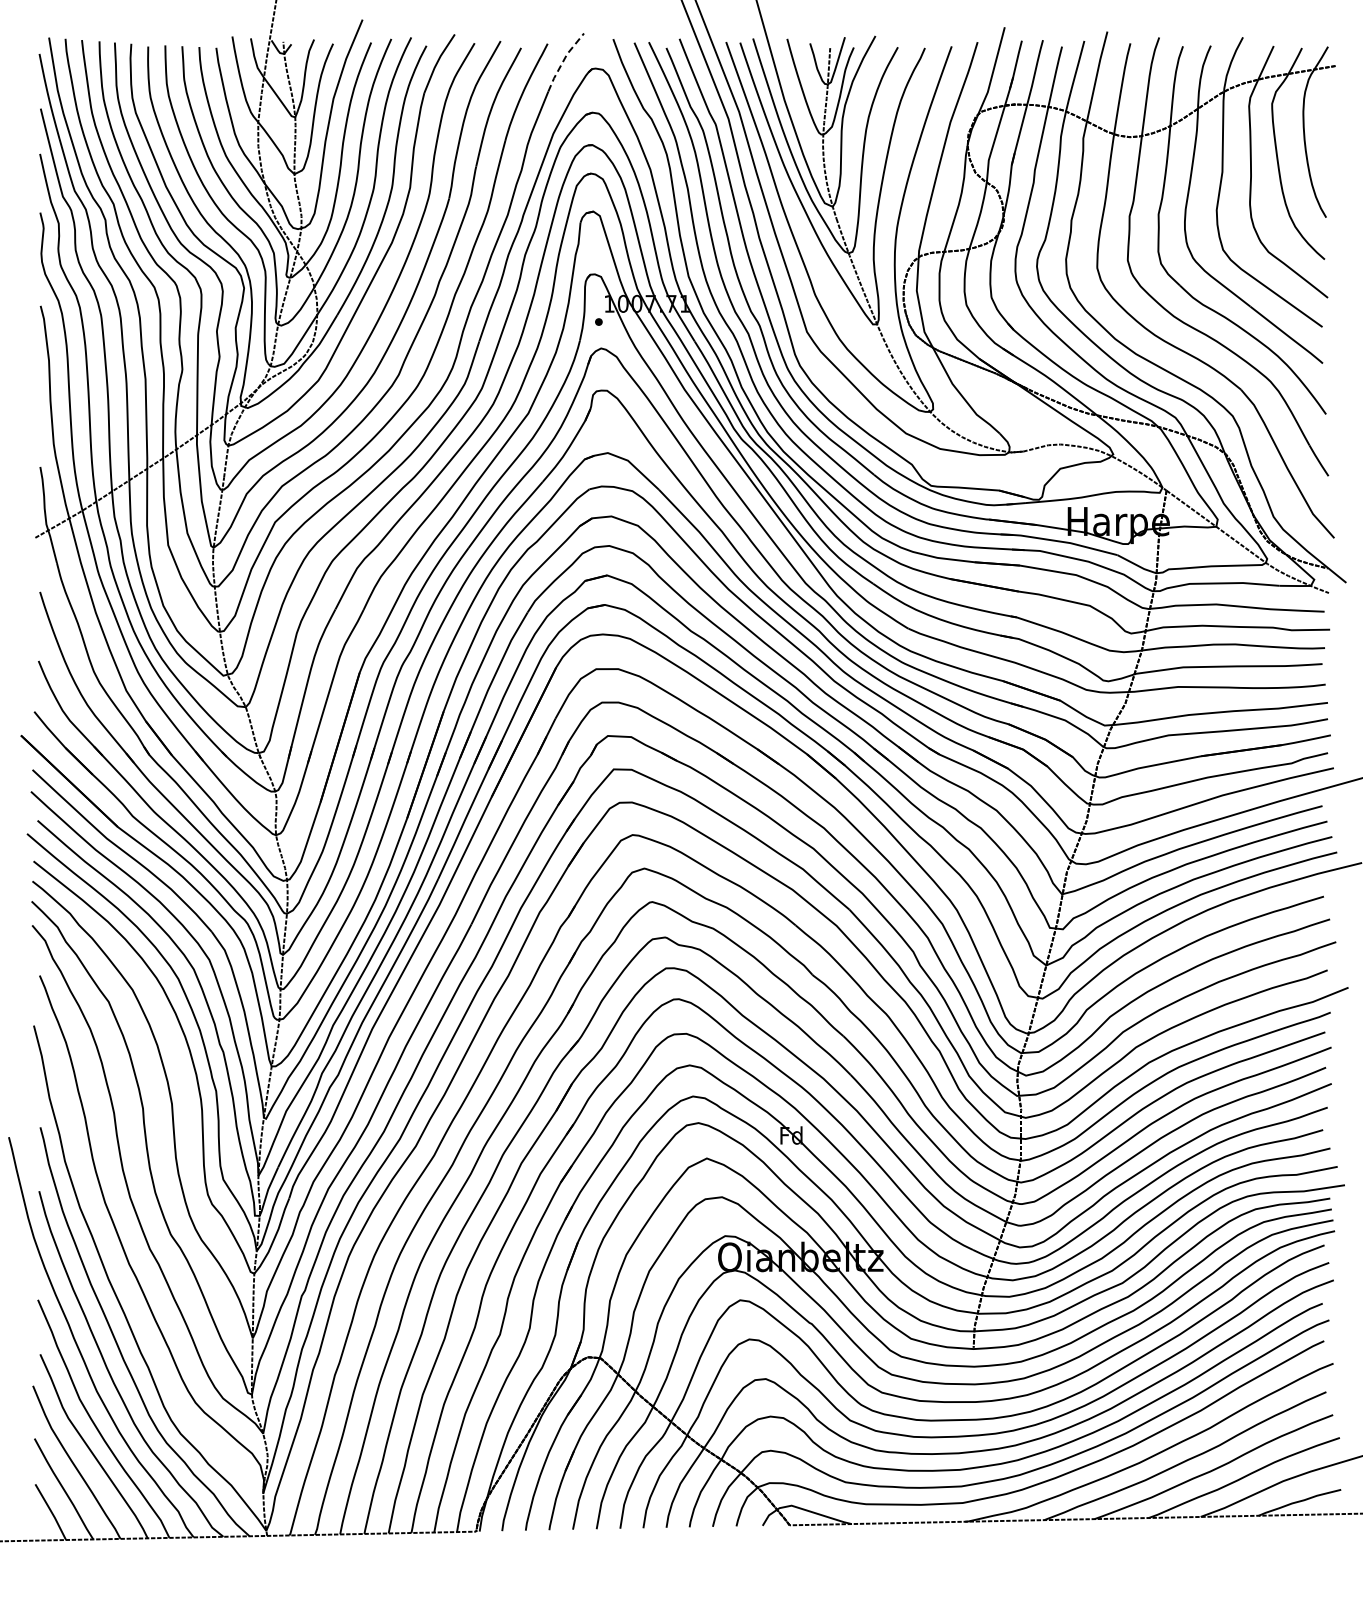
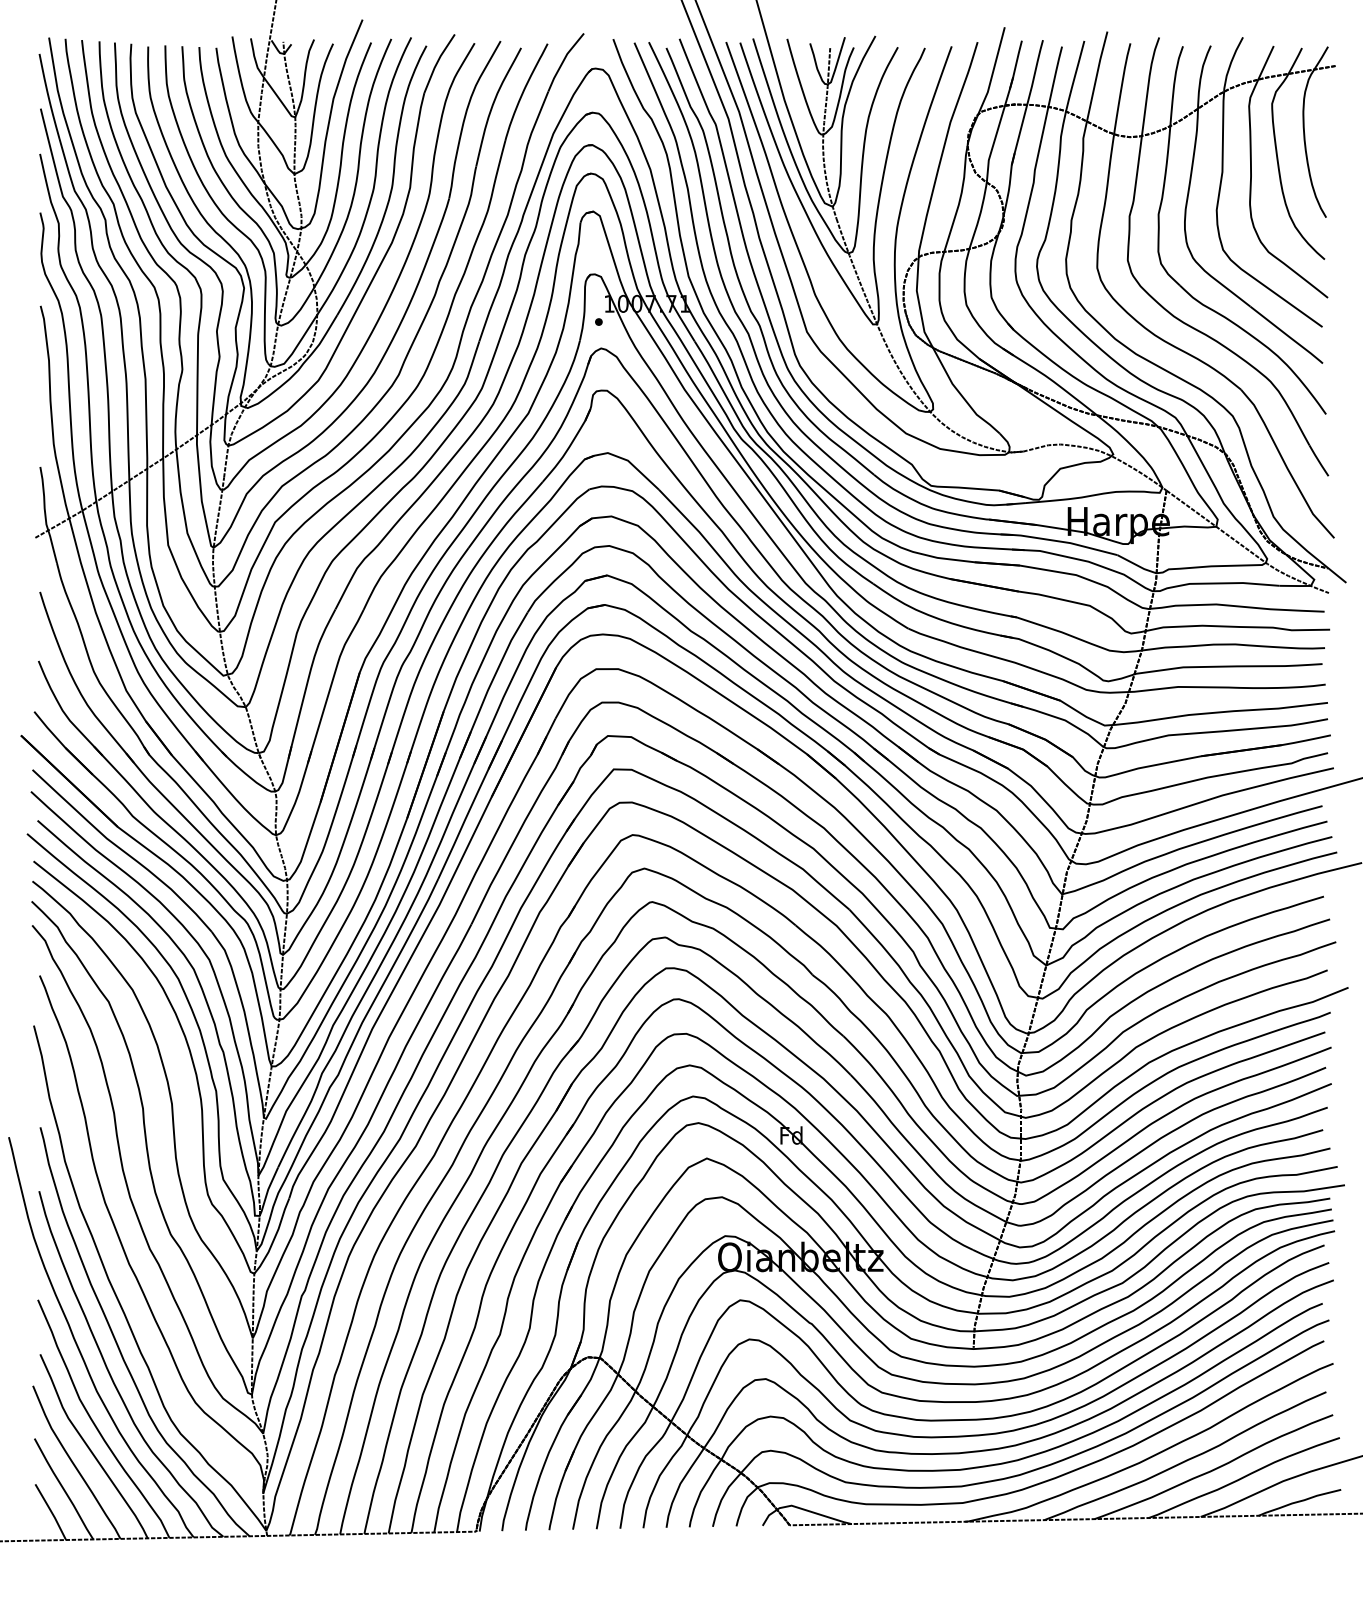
line at (563, 60): dashed -> solid
